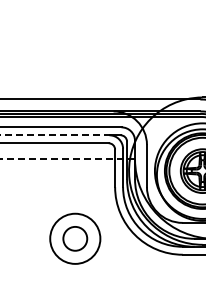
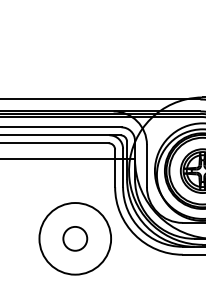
line at (55, 135): dashed -> solid
line at (67, 159): dashed -> solid
circle at (75, 238) diameter: 50 px -> 72 px
